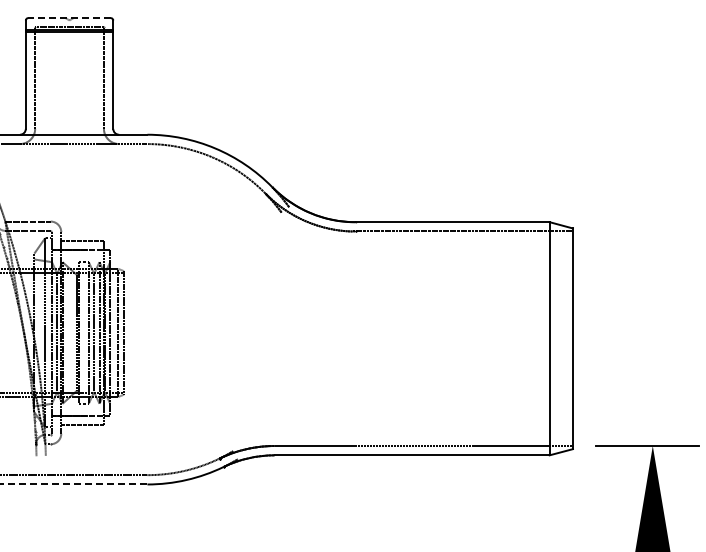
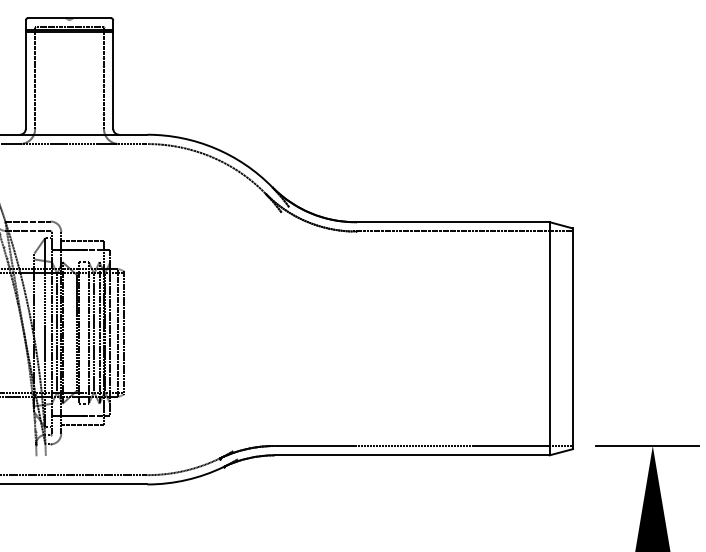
line at (69, 18): dashed -> solid
line at (74, 484): dashed -> solid
